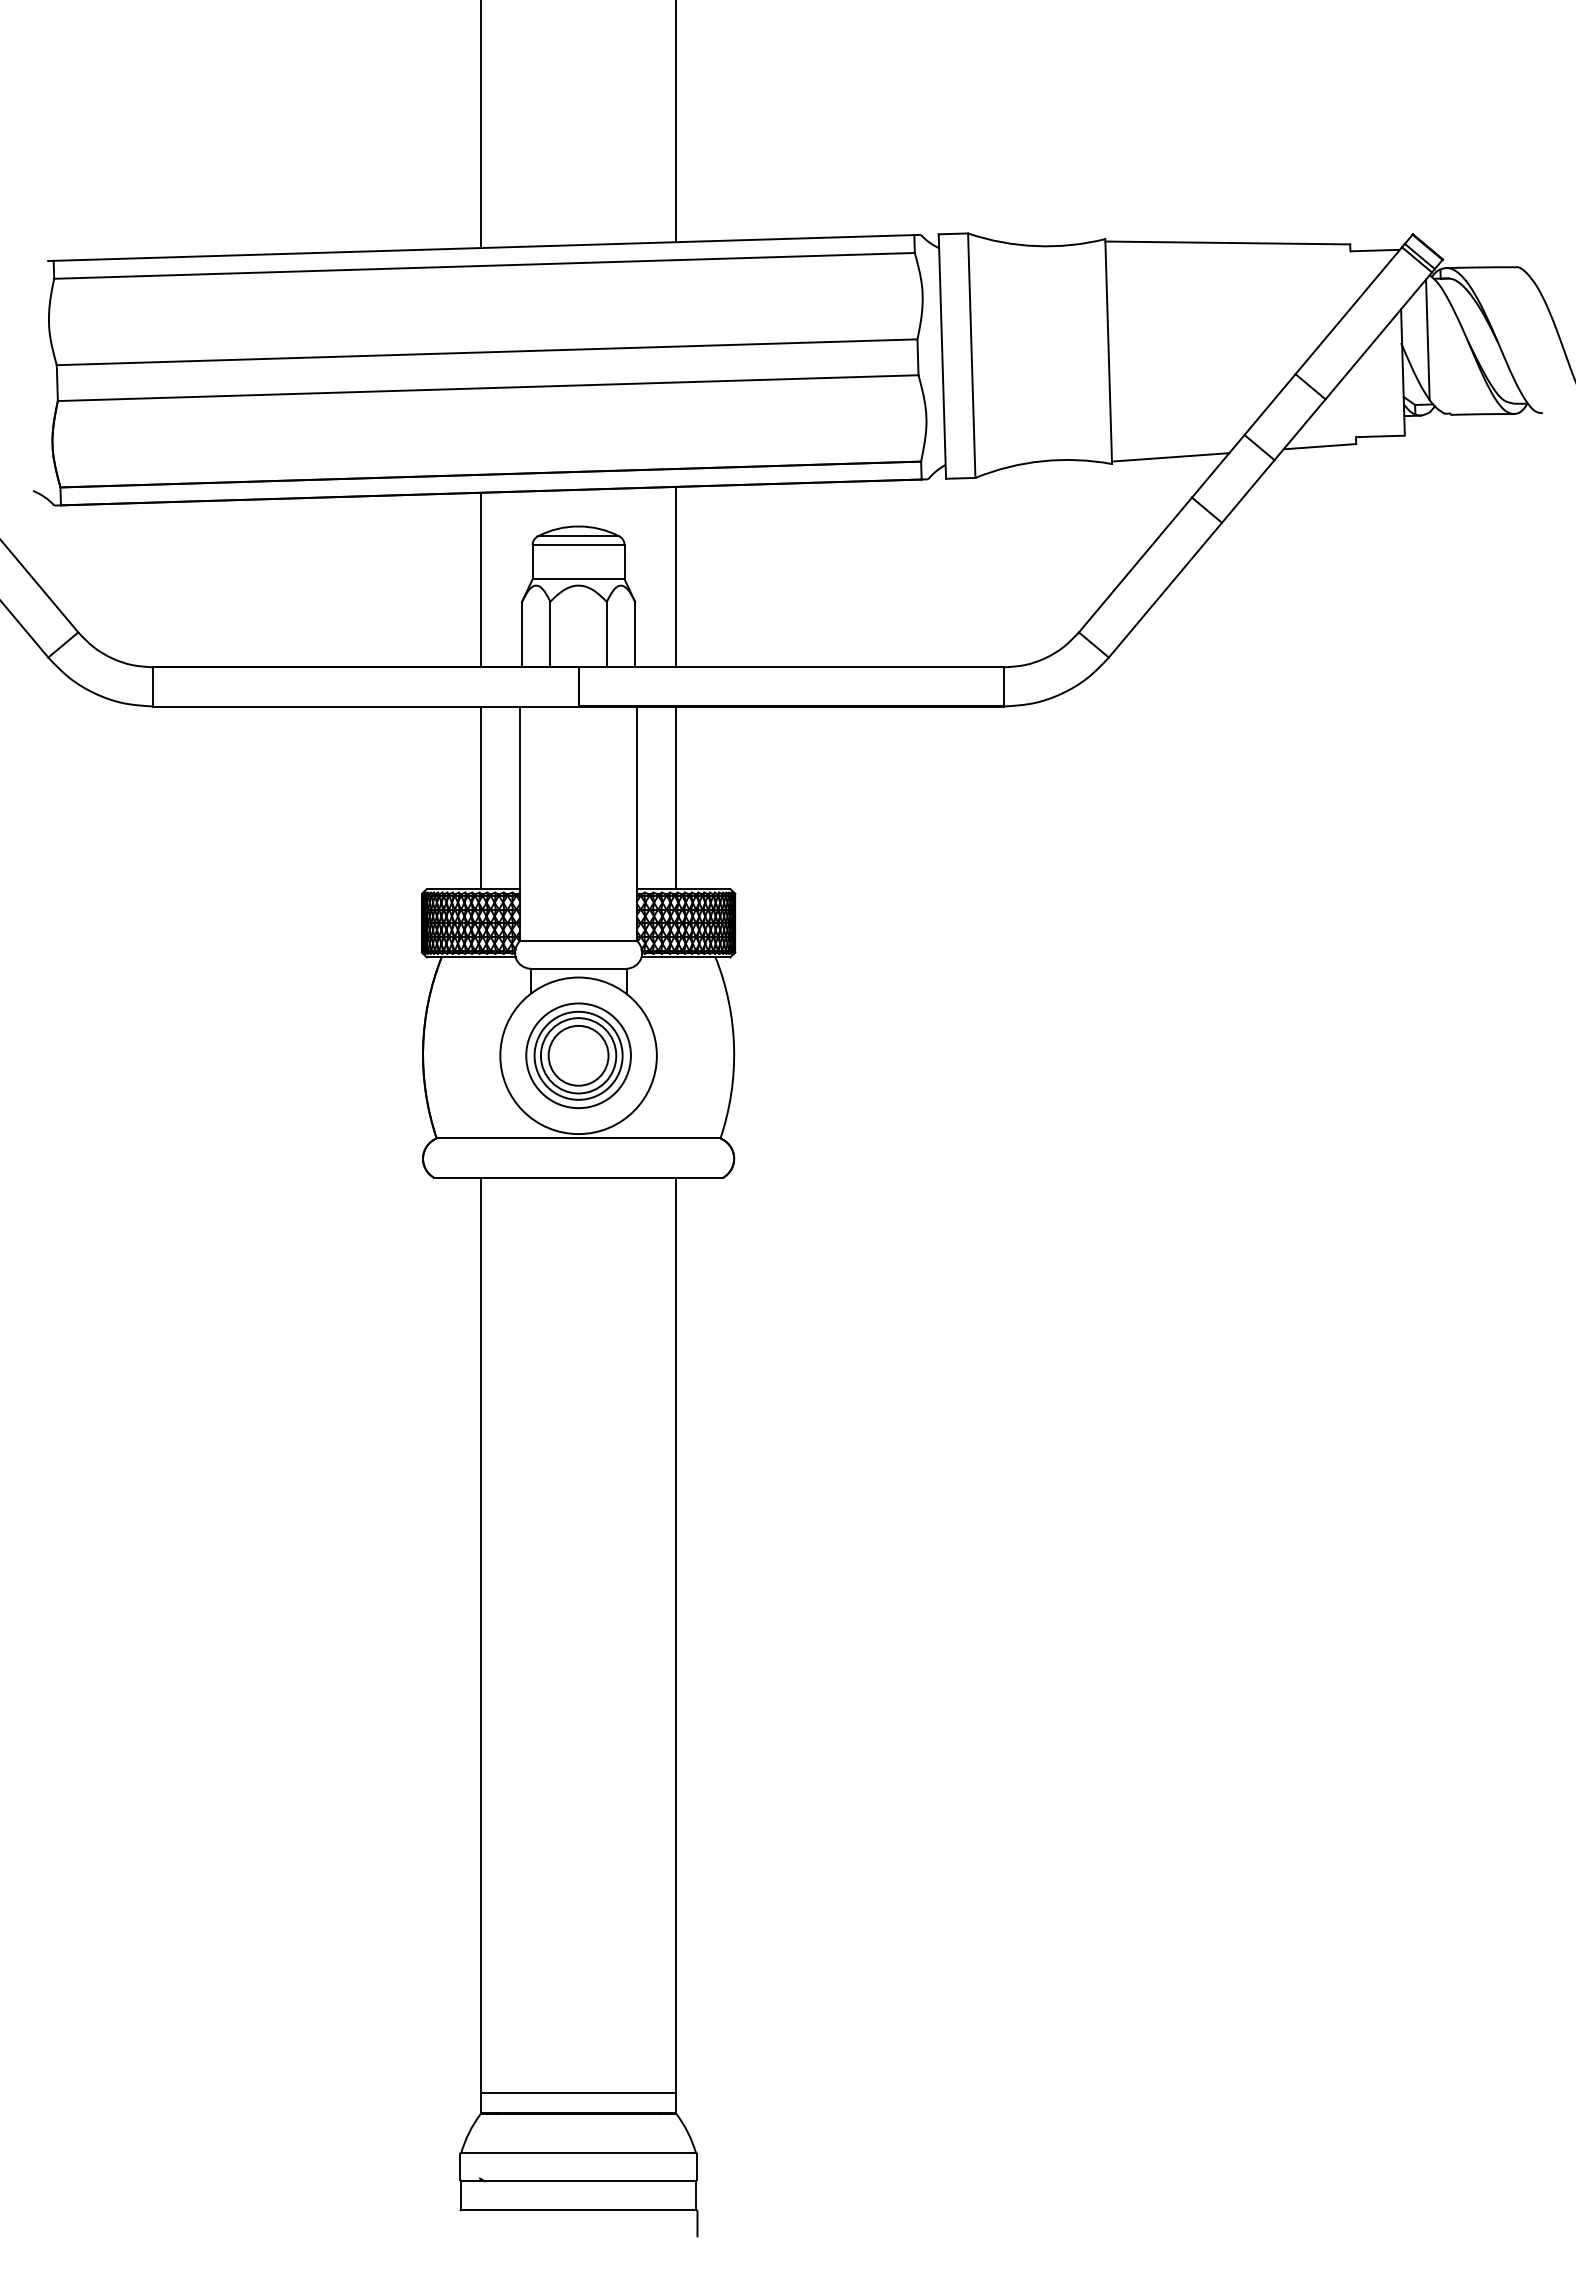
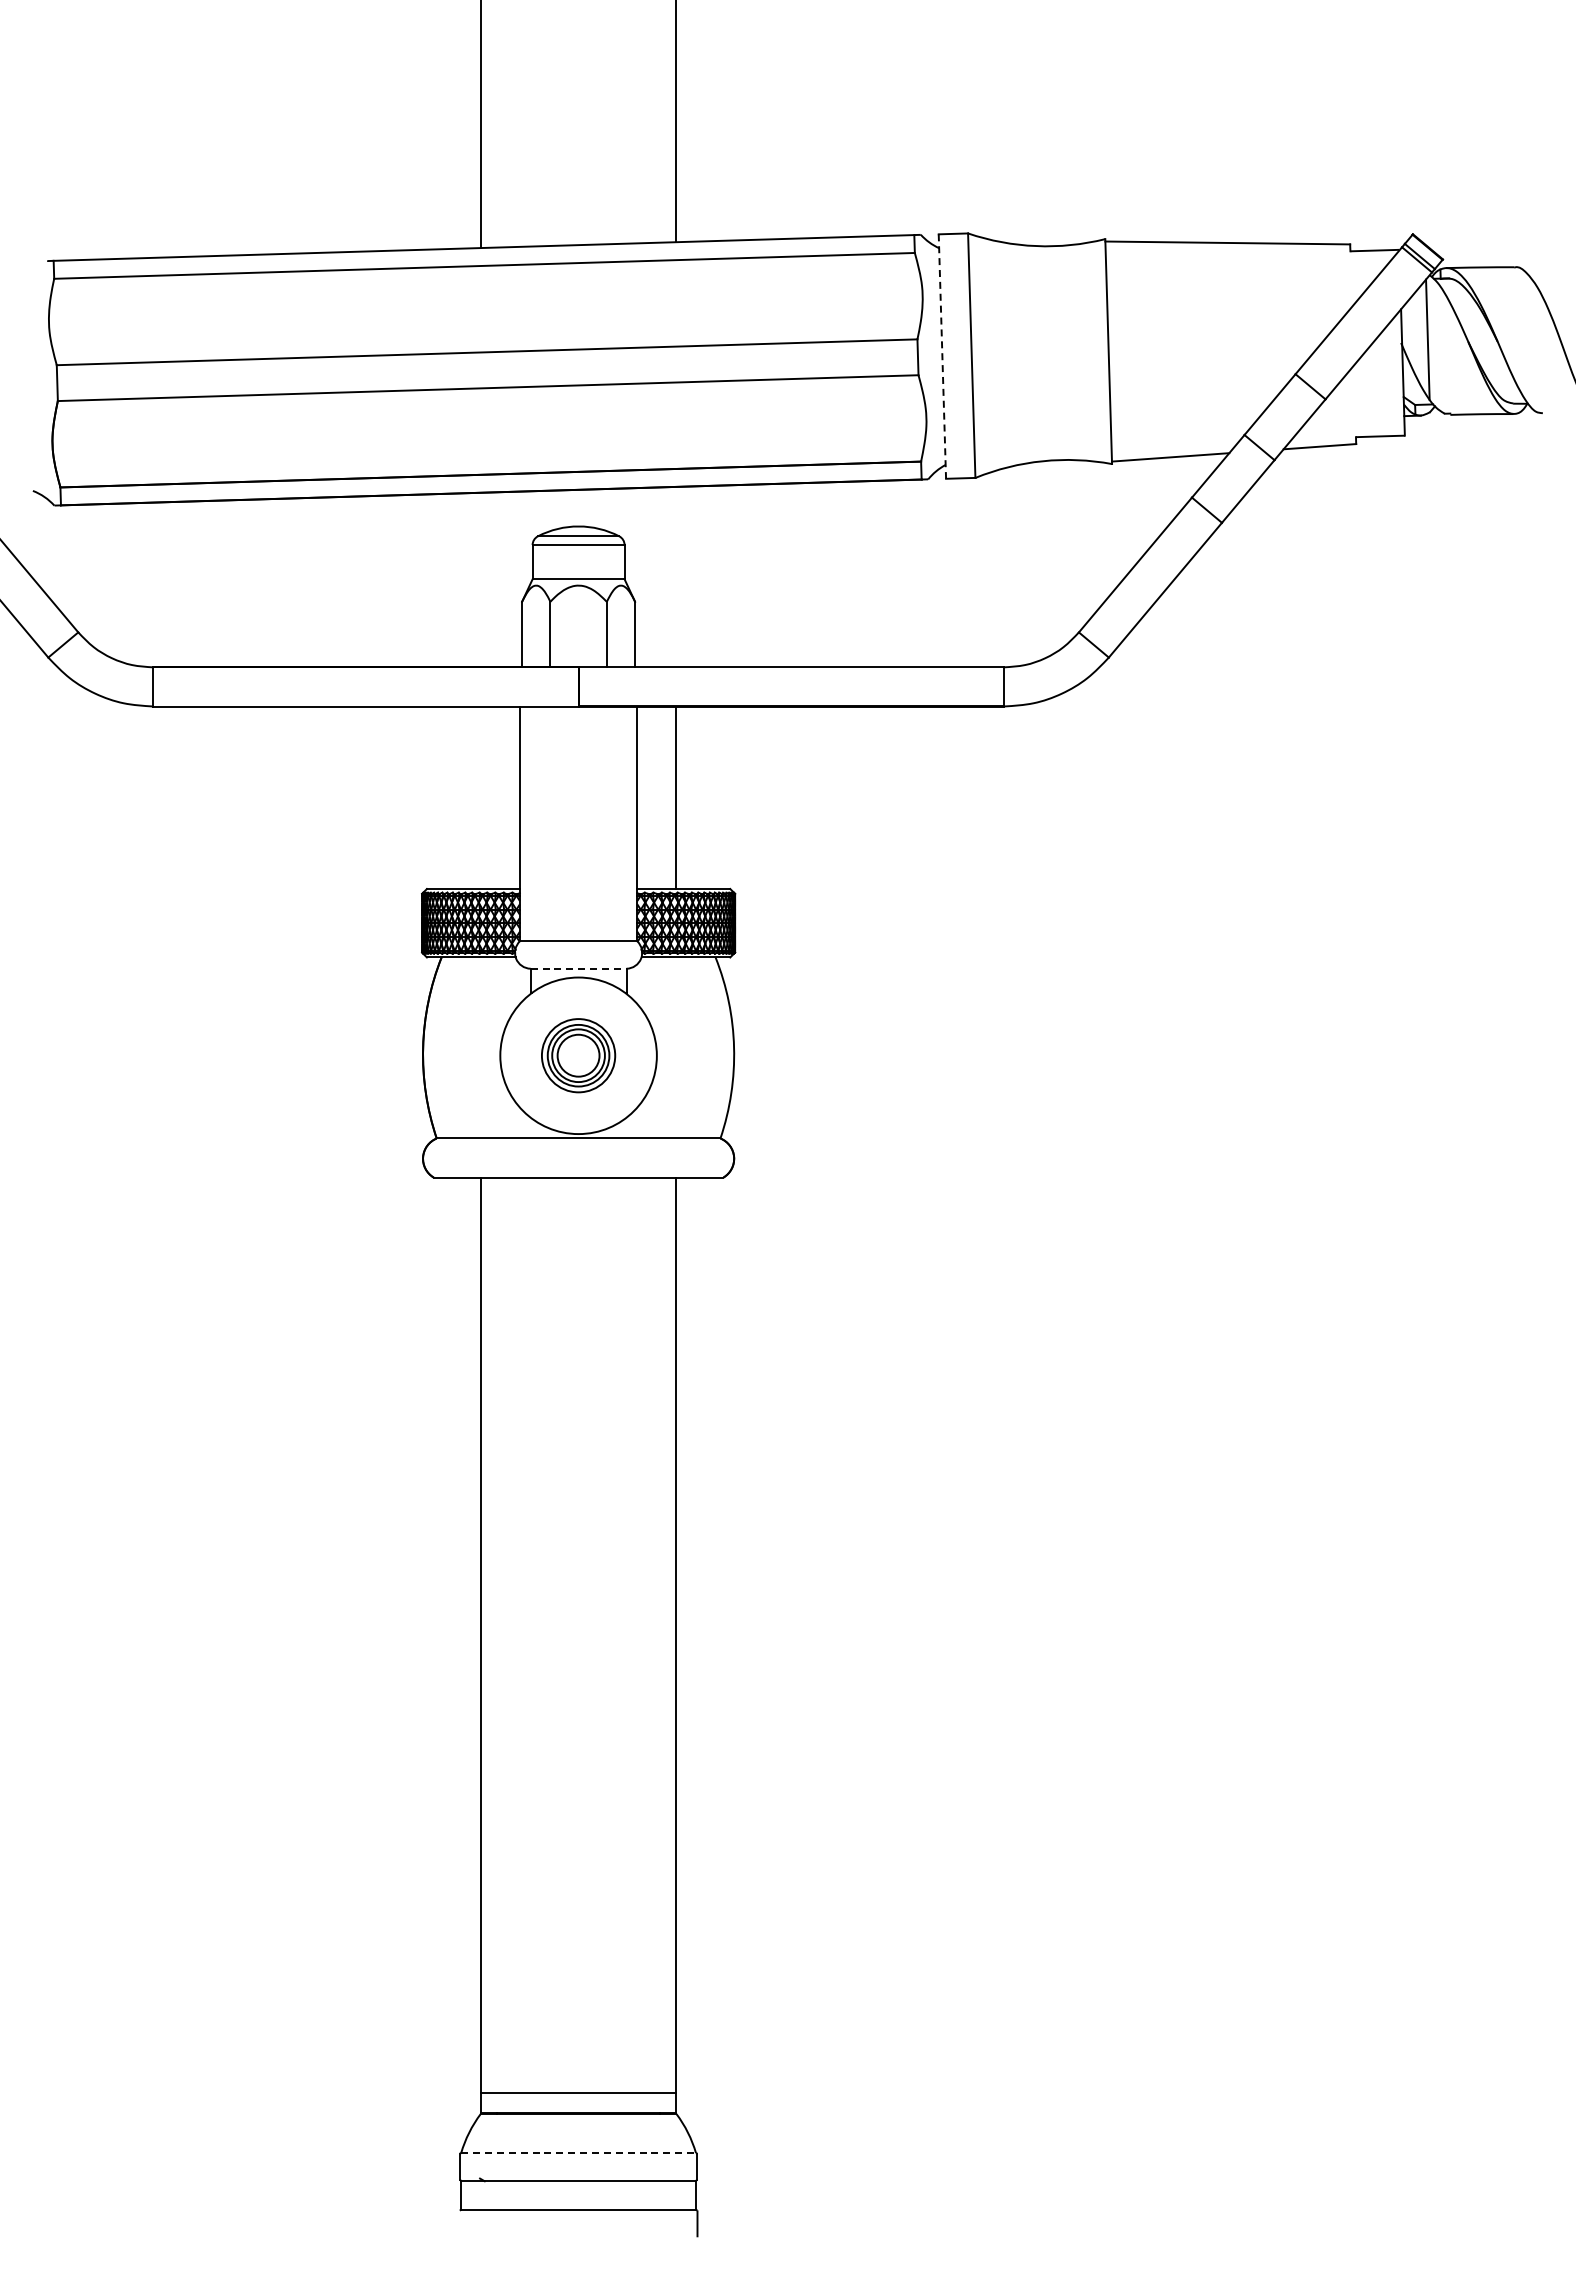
line at (942, 357): solid -> dashed
line at (676, 576): present -> none
line at (480, 579): present -> none
line at (480, 797): present -> none
line at (578, 968): solid -> dashed
part at (578, 1055) size: 107x107 px -> 76x76 px
line at (579, 2153): solid -> dashed
